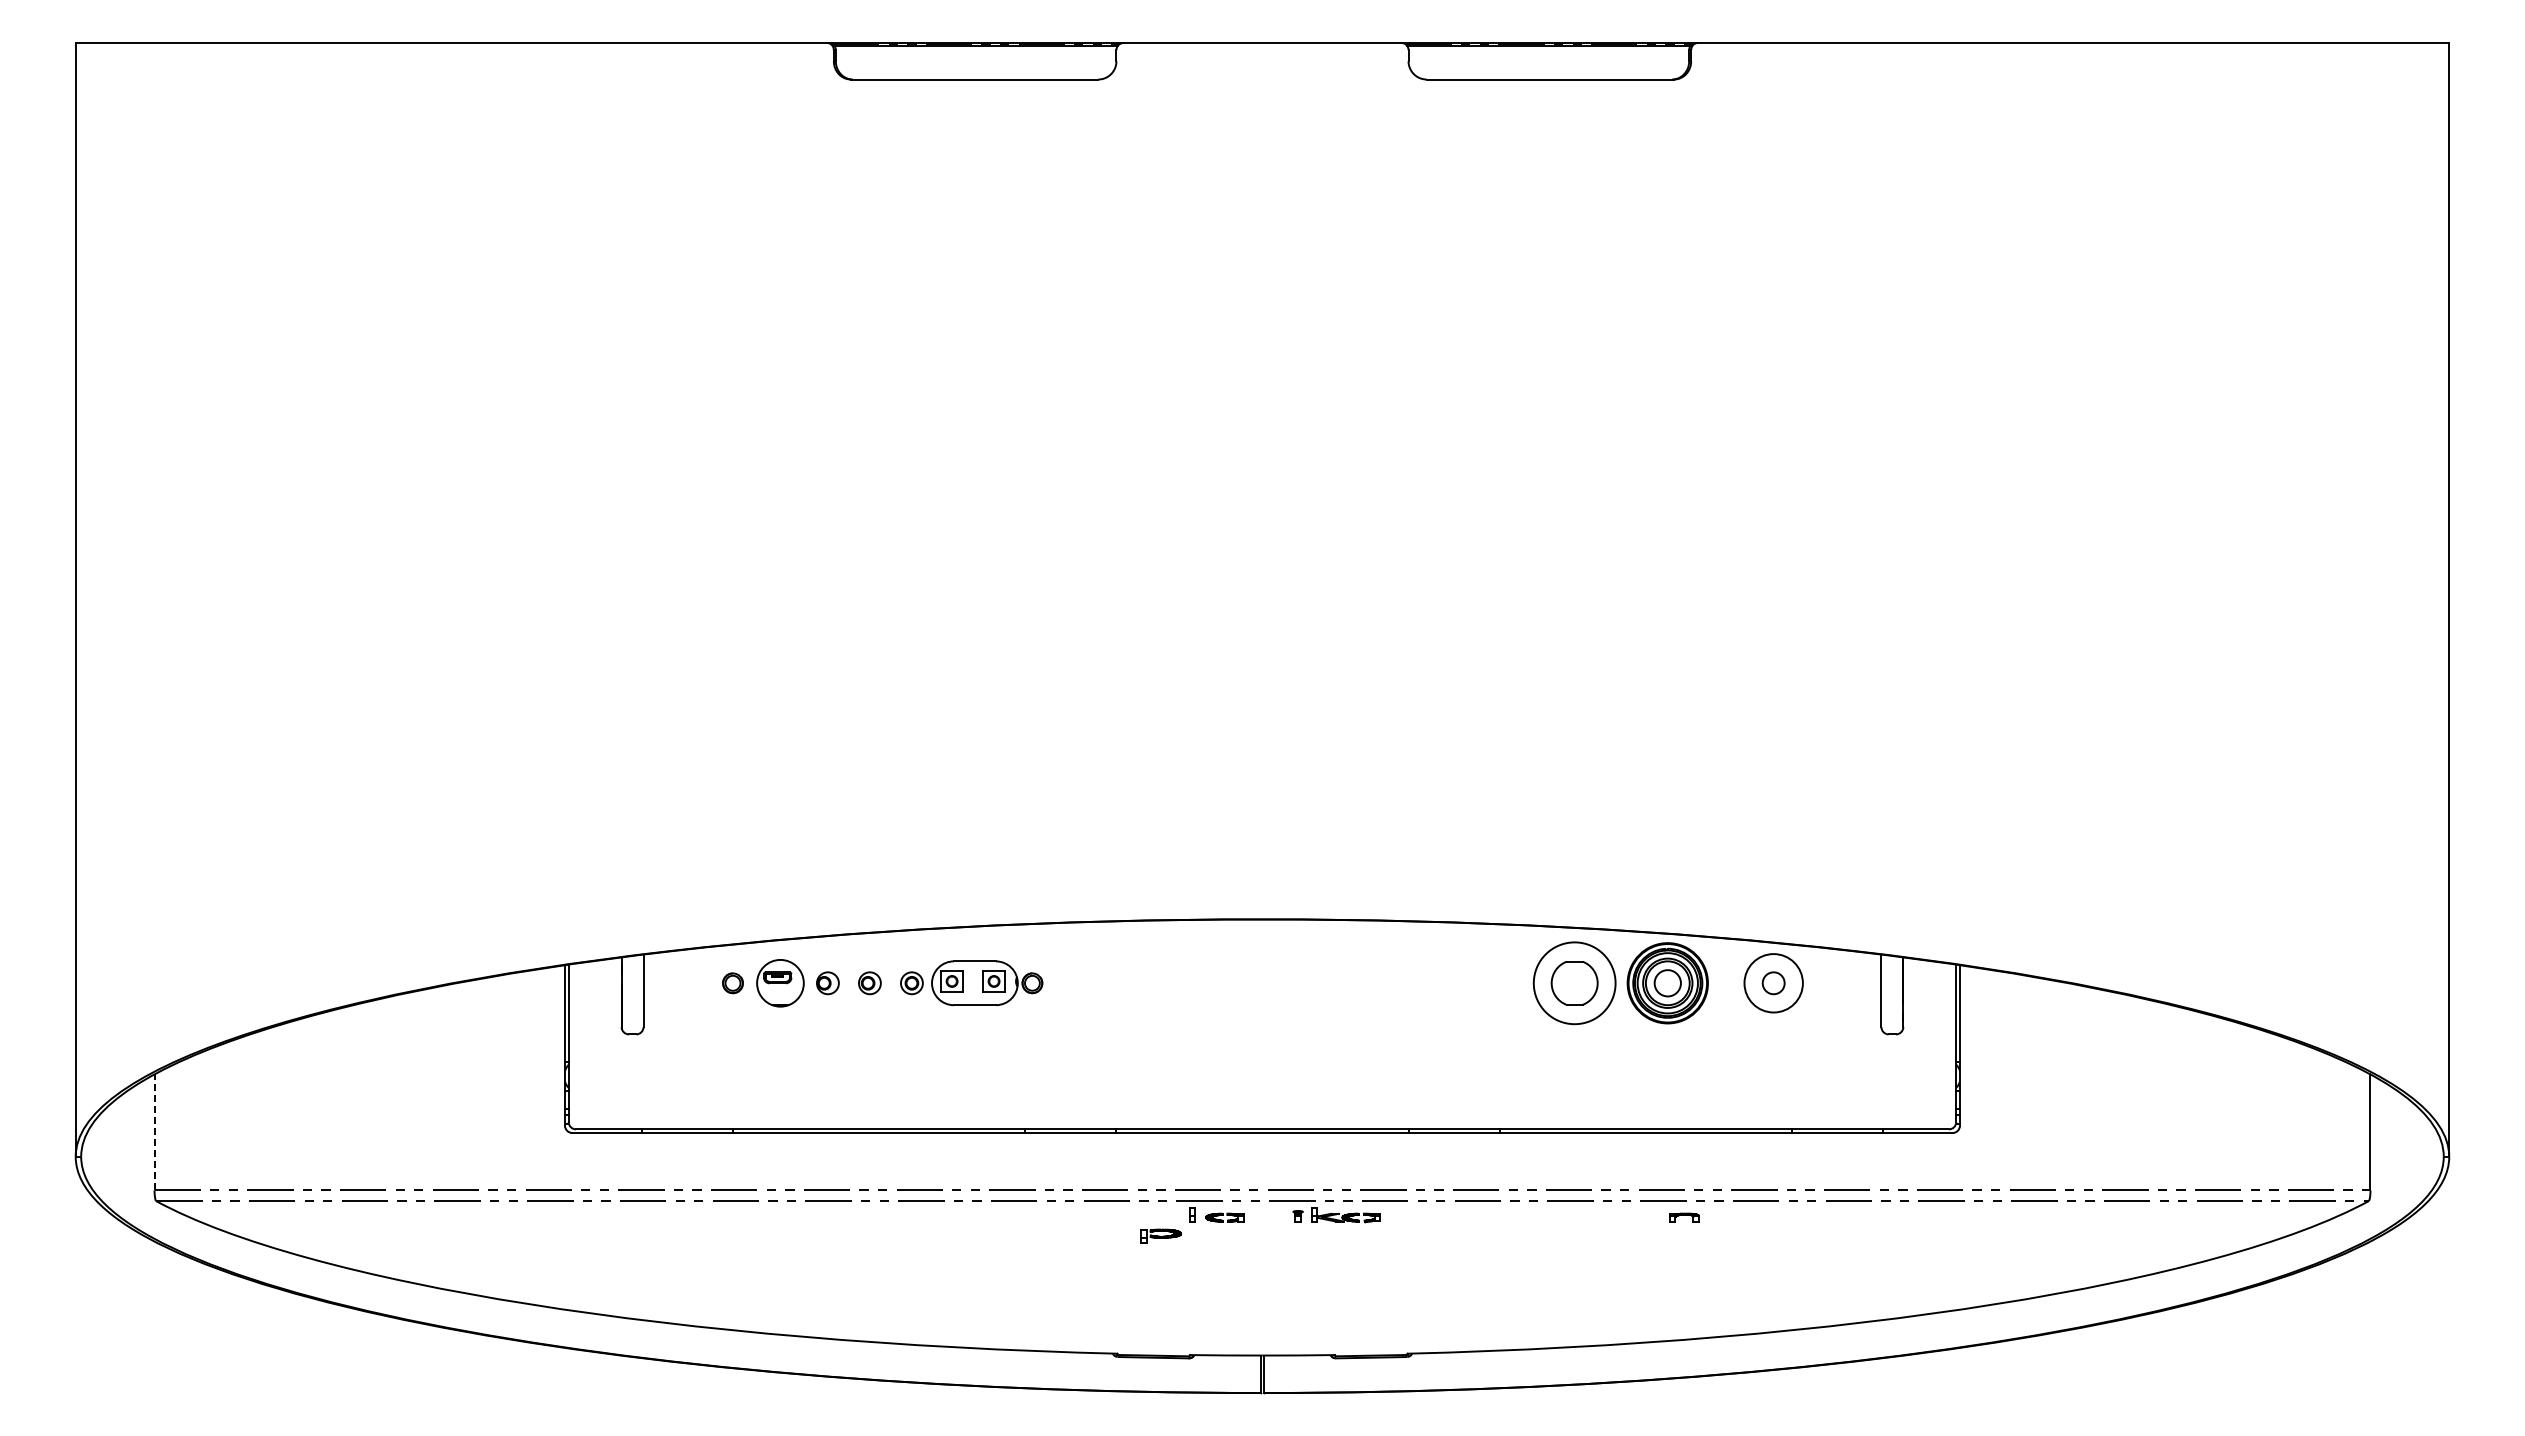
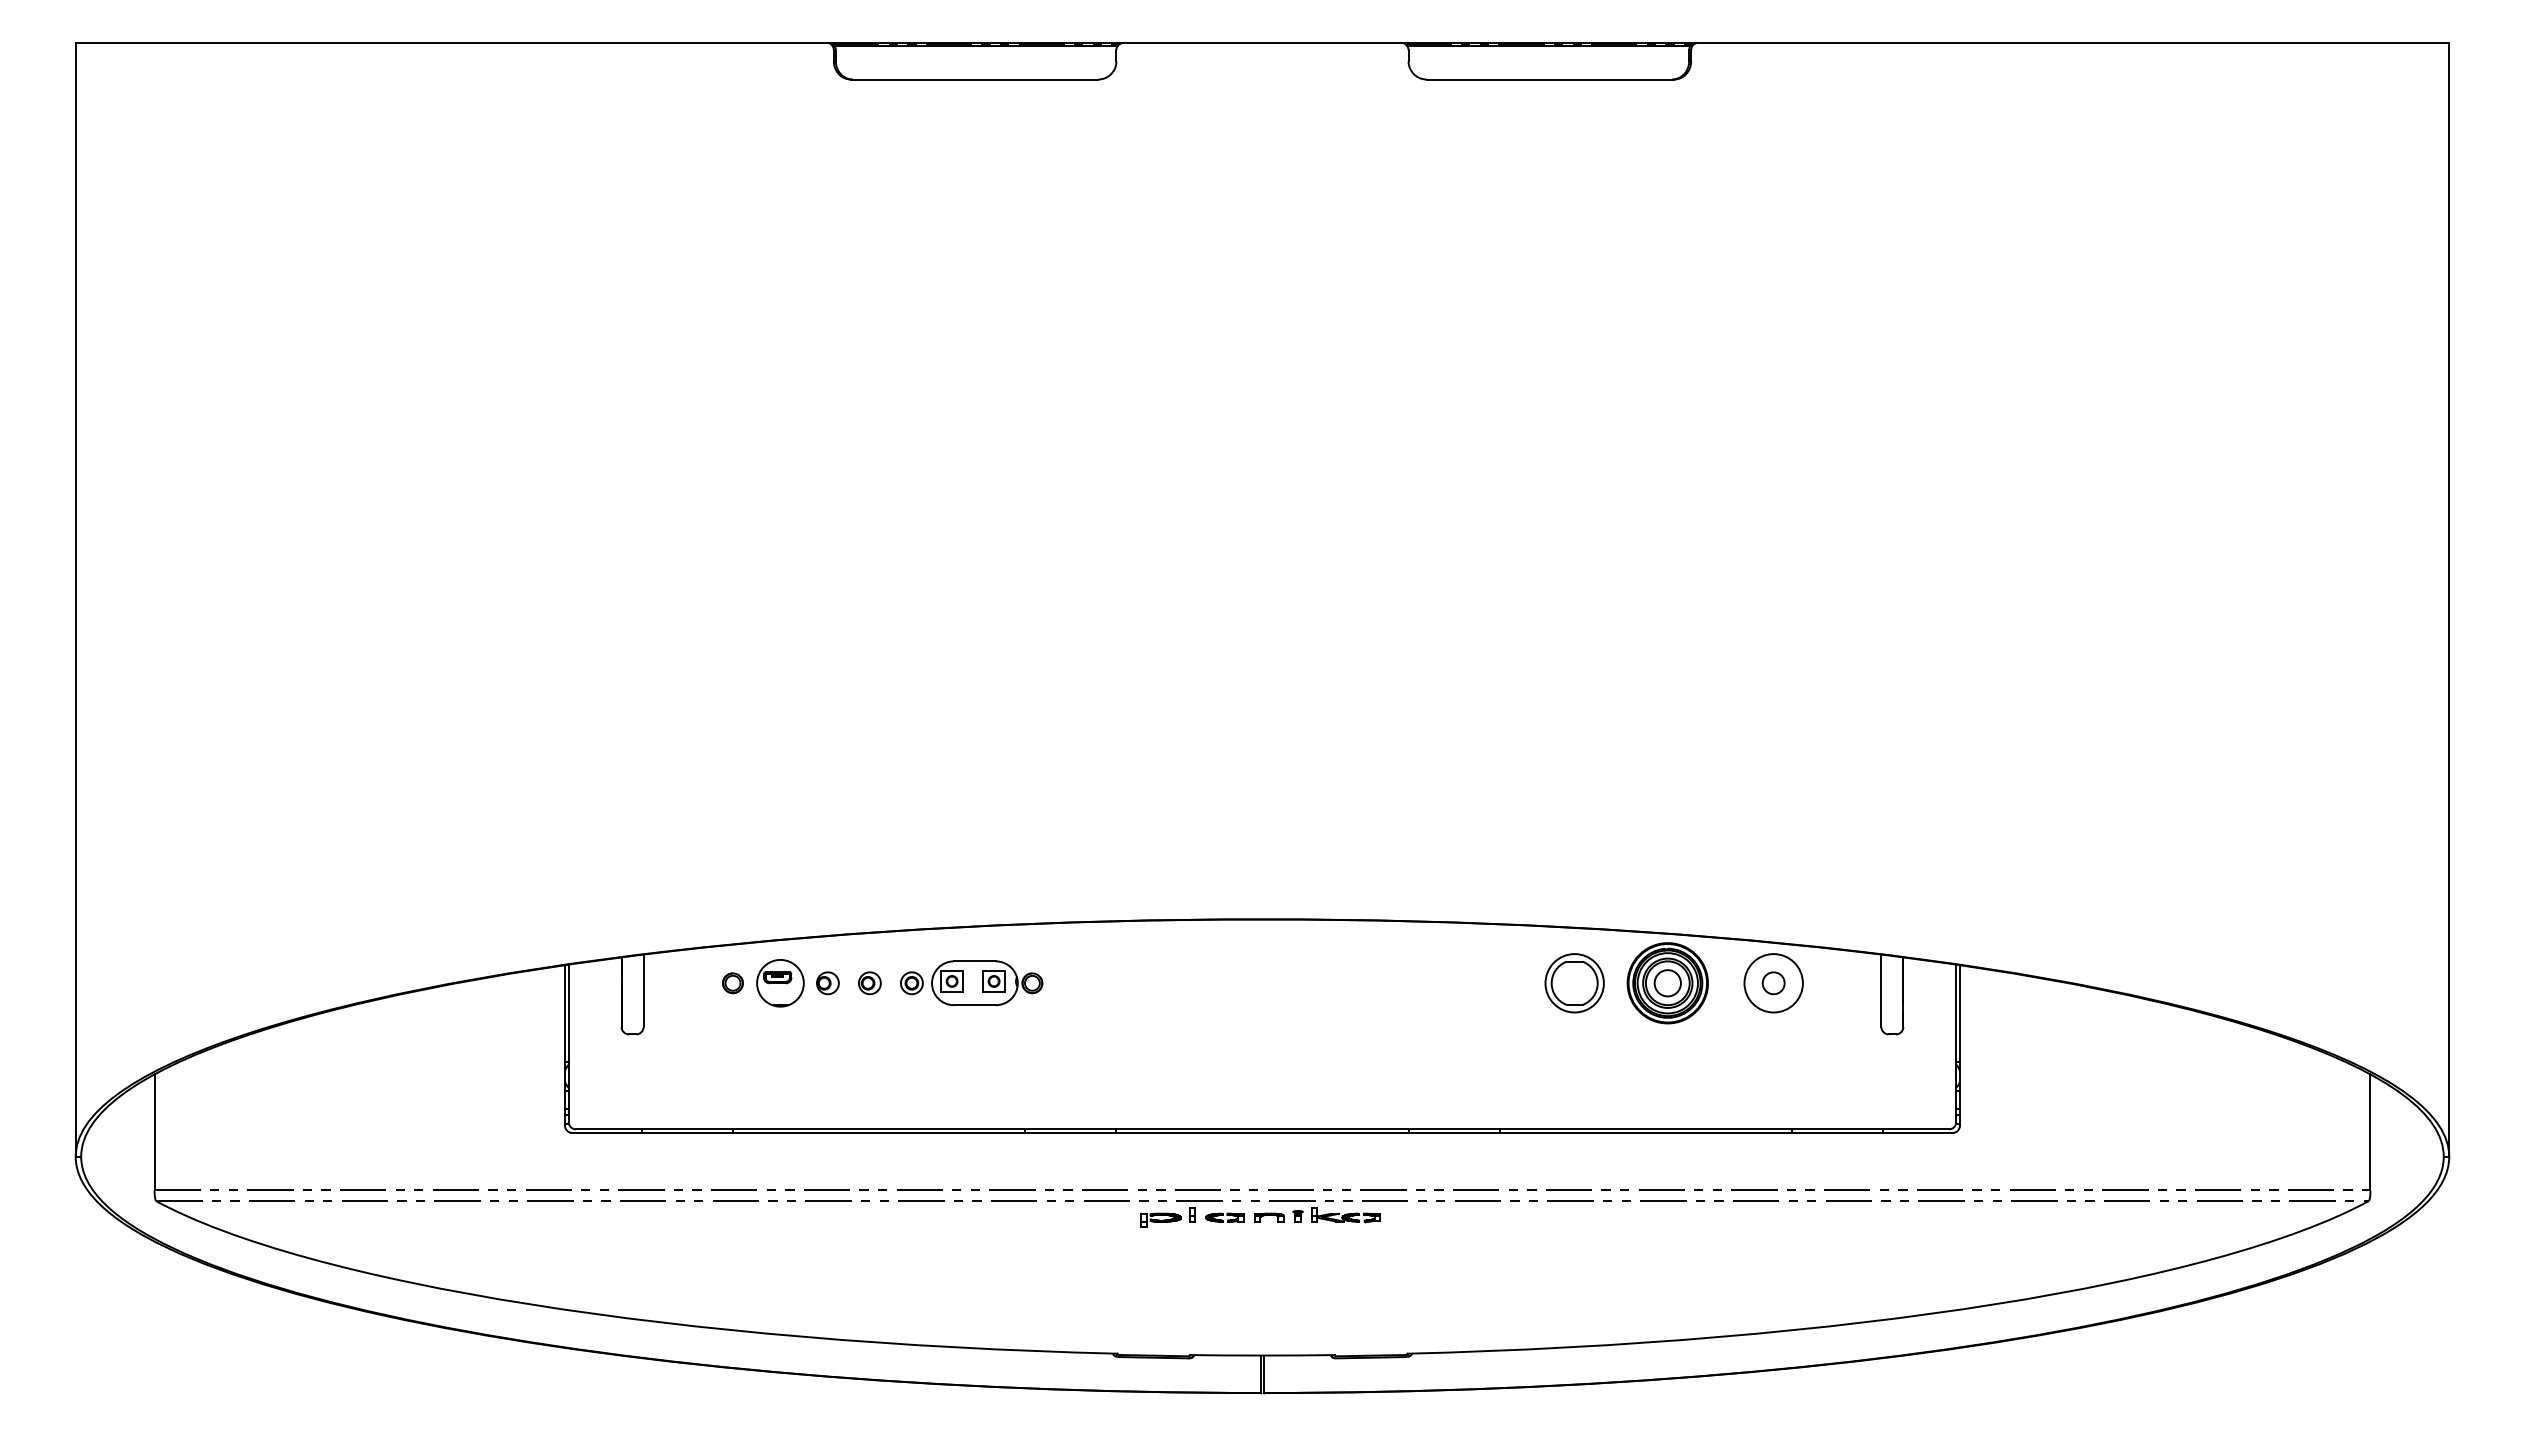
circle at (1574, 983) diameter: 82 px -> 58 px
line at (154, 1132): dashed -> solid
part at (1684, 1217) position: (1684, 1217) -> (1269, 1217)
part at (1160, 1235) position: (1160, 1235) -> (1160, 1219)
